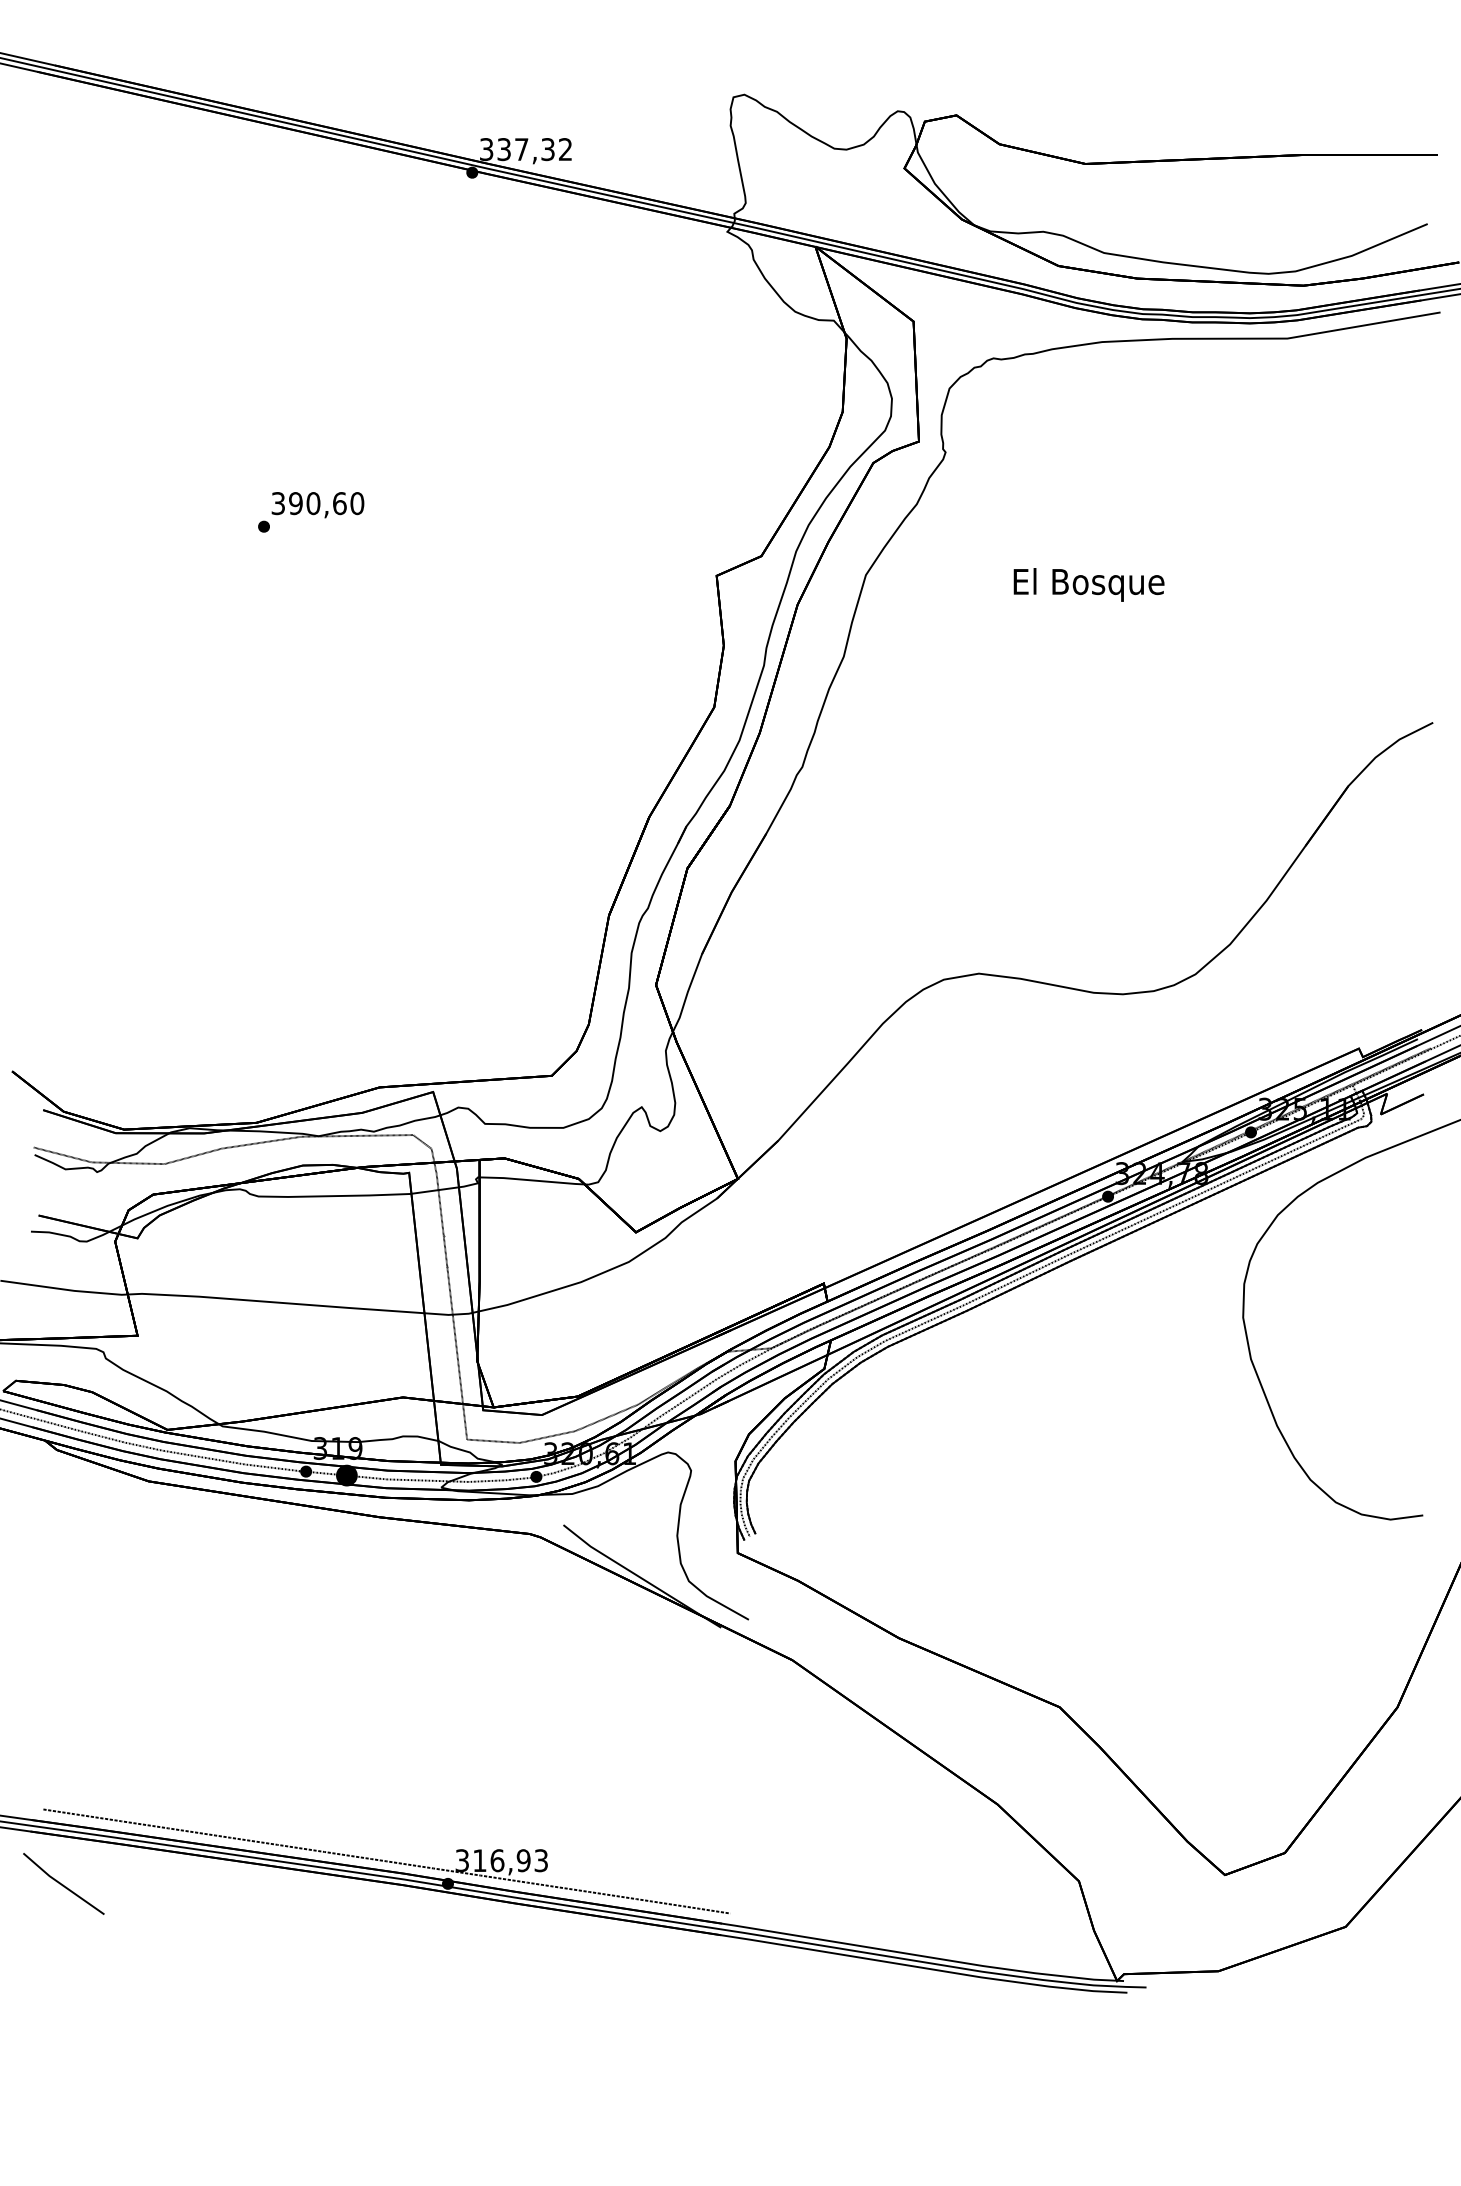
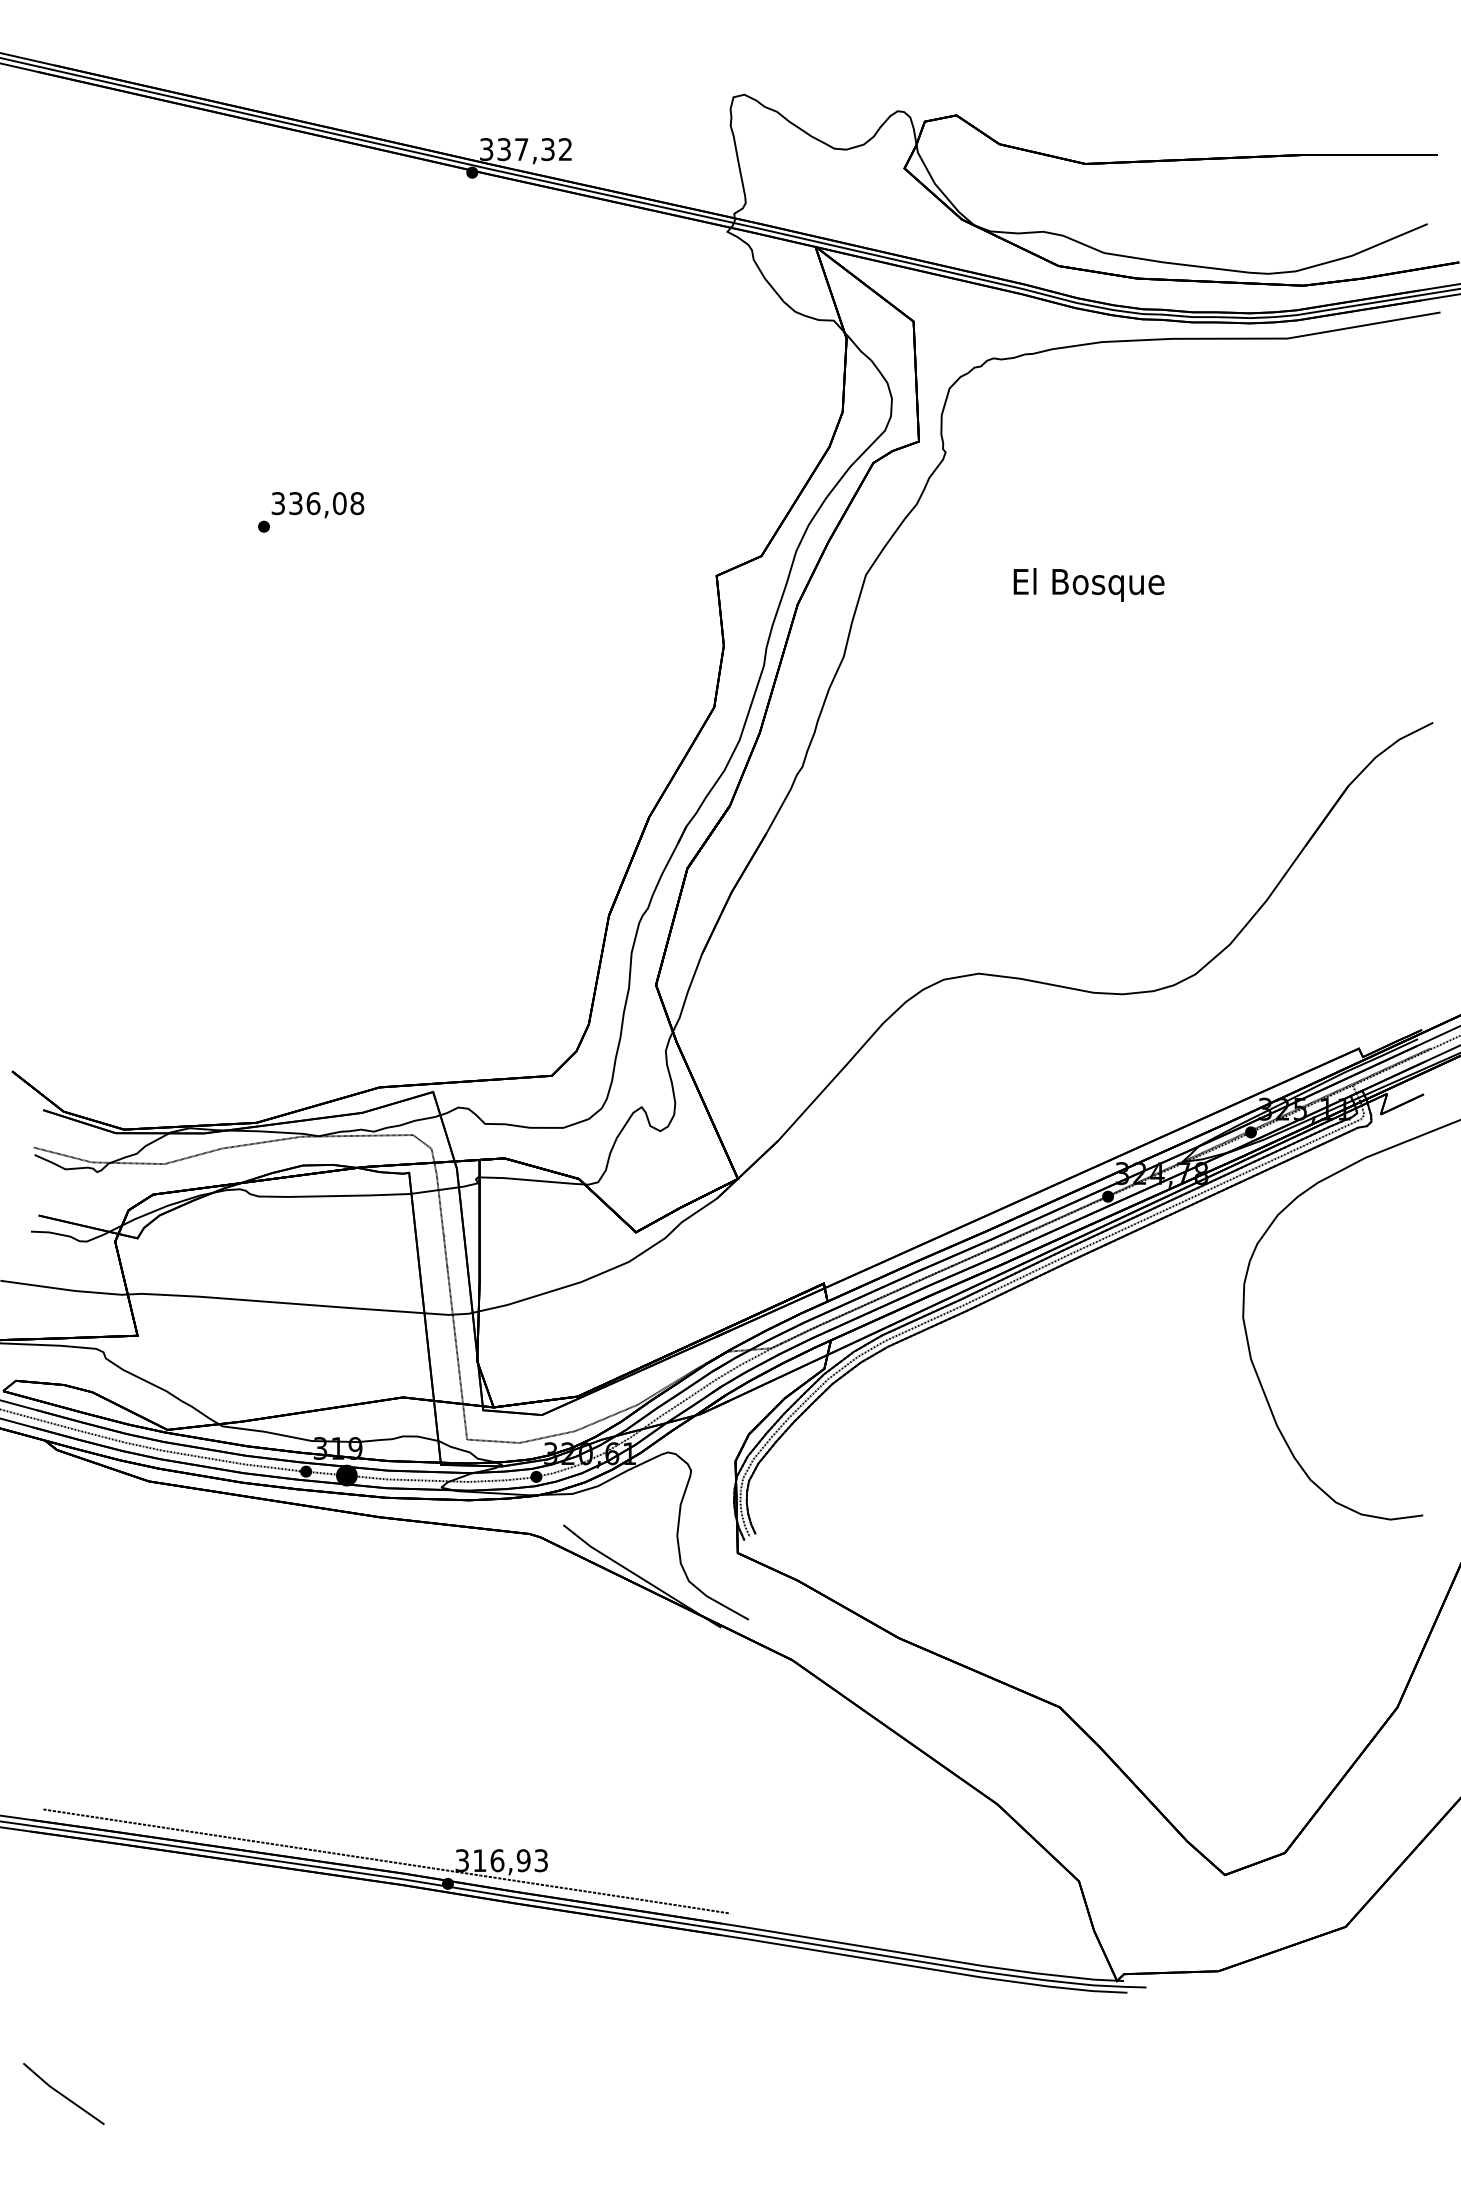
text at (326, 503): 390,60 -> 336,08
part at (63, 1883) position: (63, 1883) -> (63, 2093)
